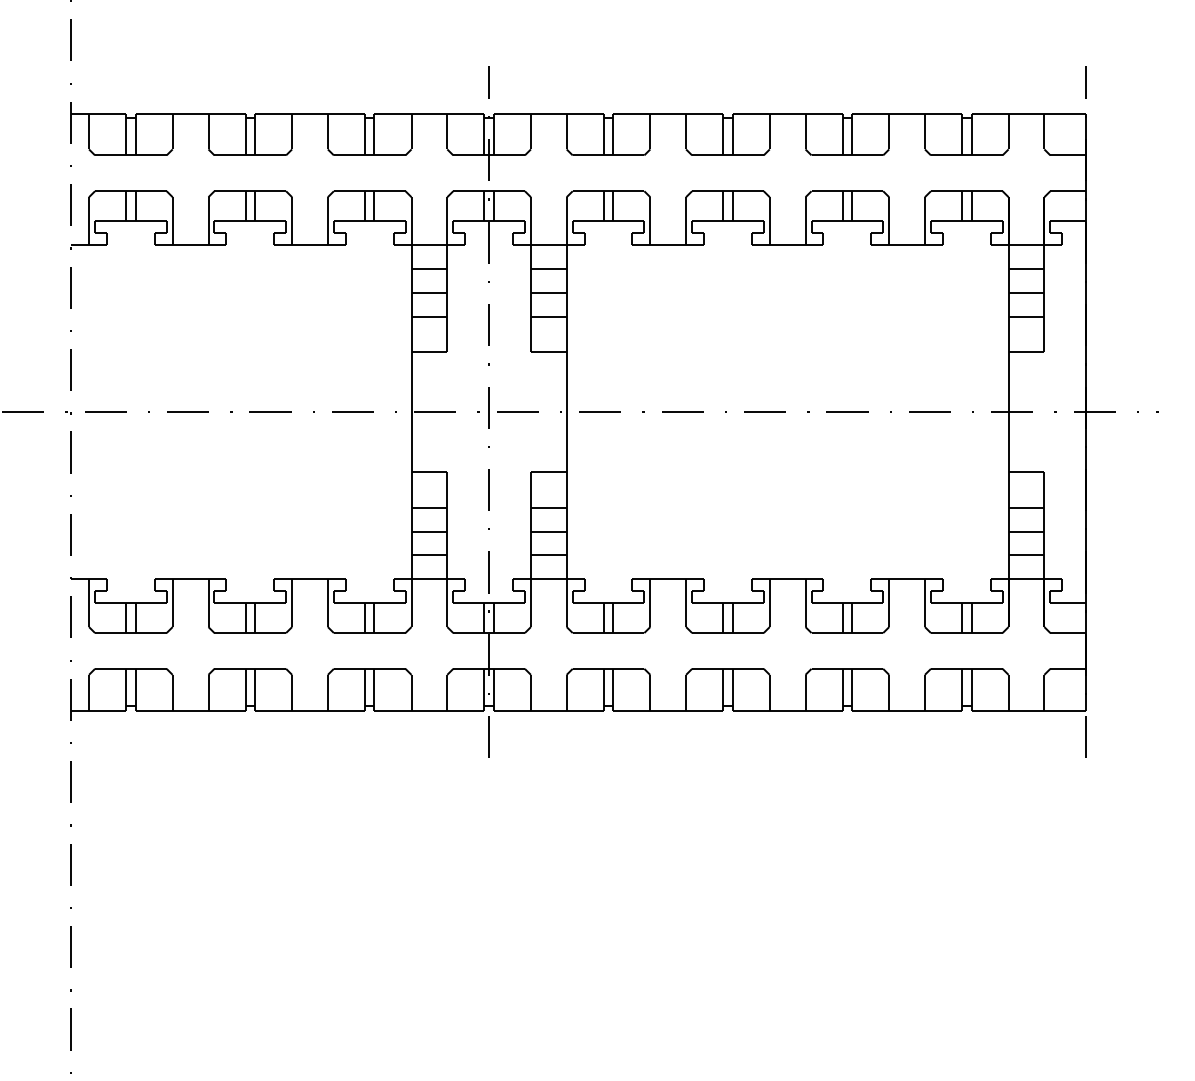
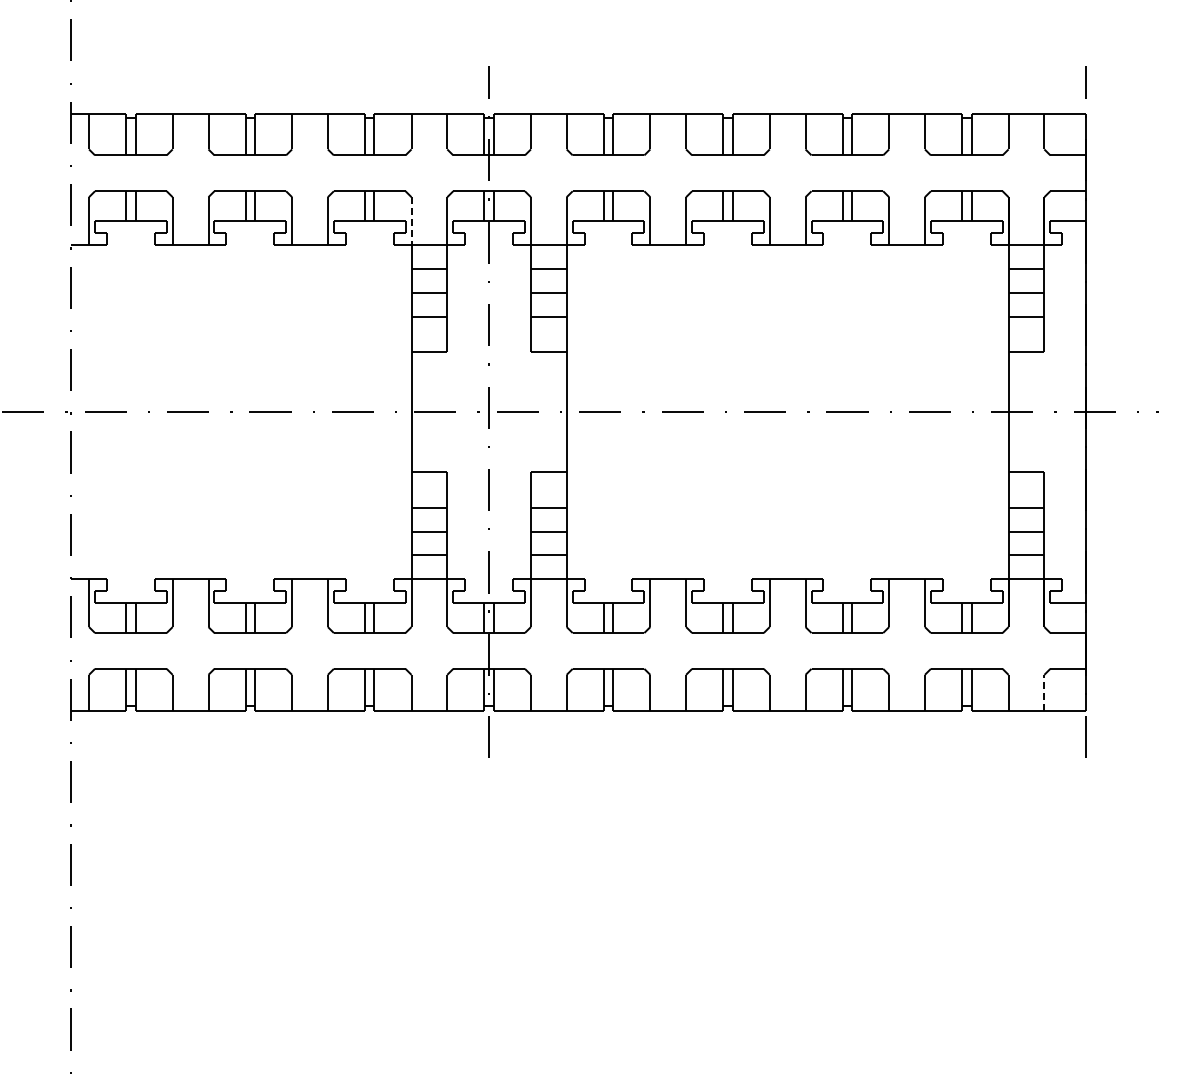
line at (411, 221): solid -> dashed
line at (1044, 692): solid -> dashed
